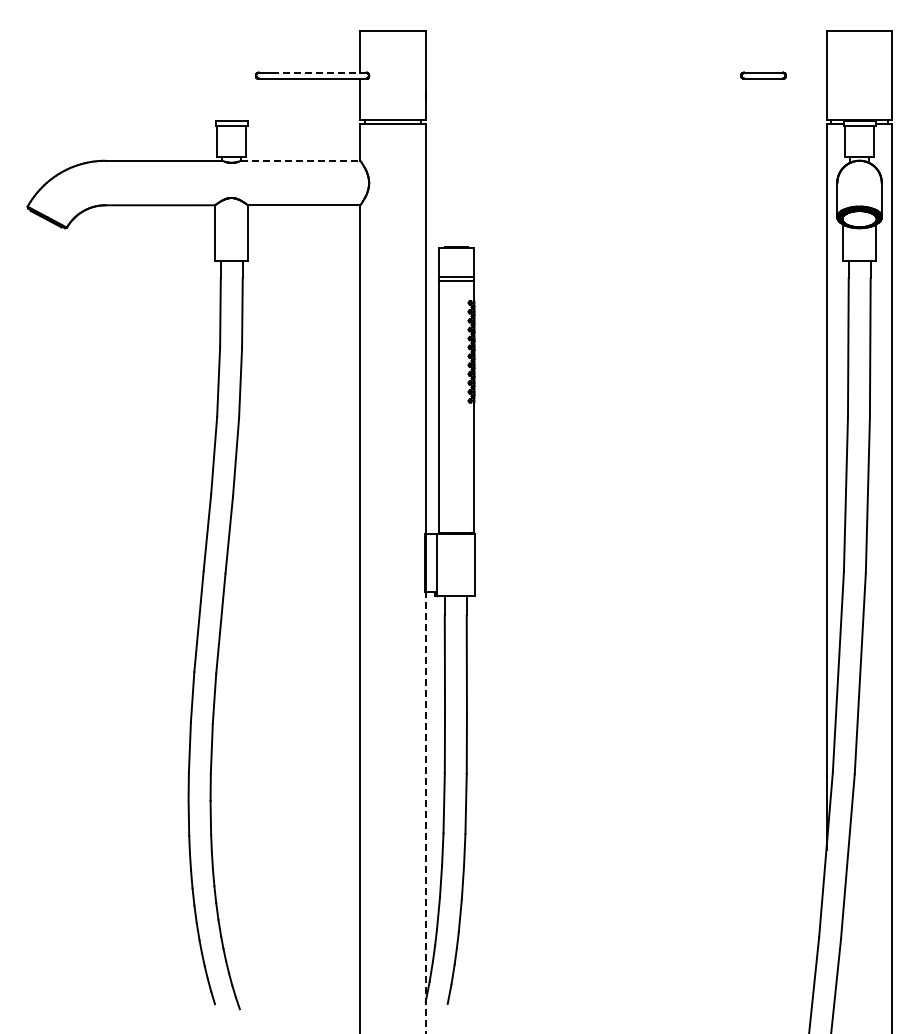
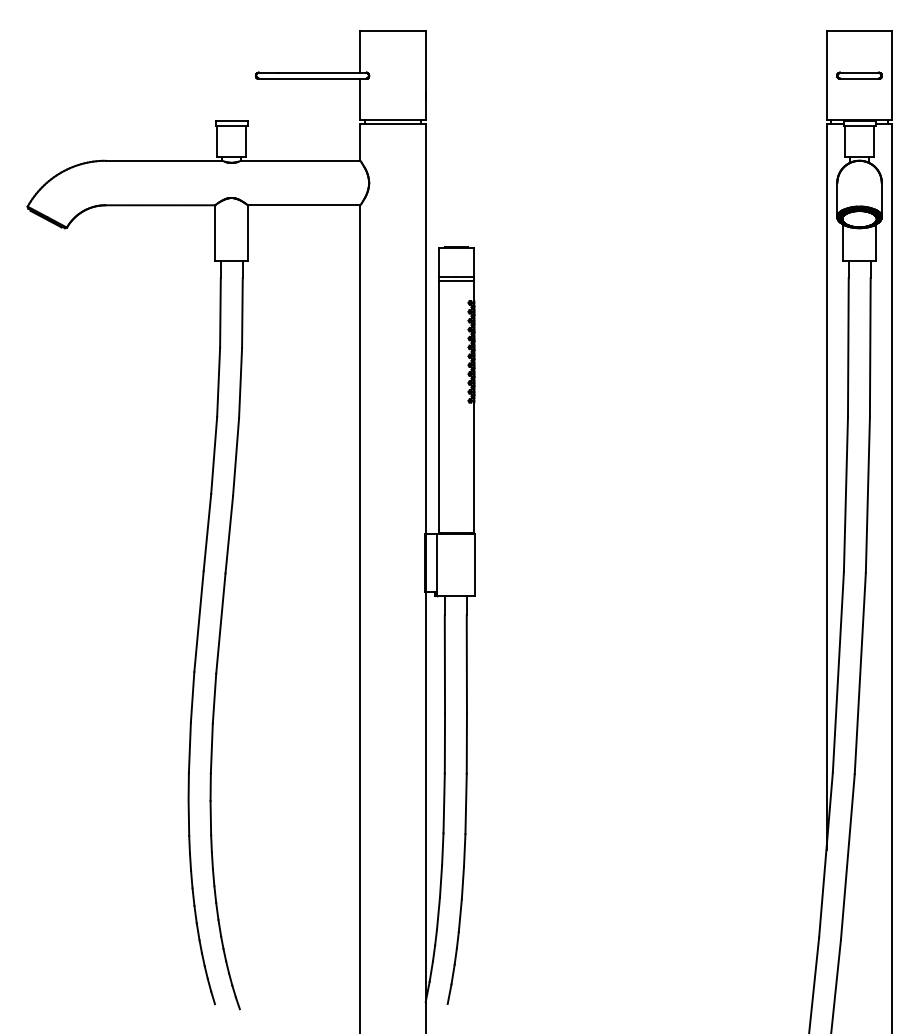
line at (321, 72): dashed -> solid
part at (763, 75) position: (763, 75) -> (859, 75)
line at (300, 160): dashed -> solid
line at (425, 812): dashed -> solid
